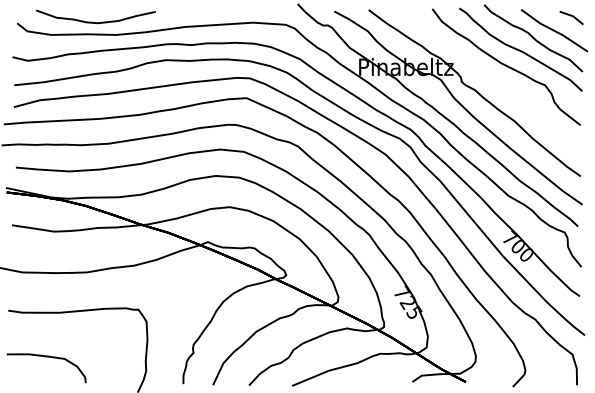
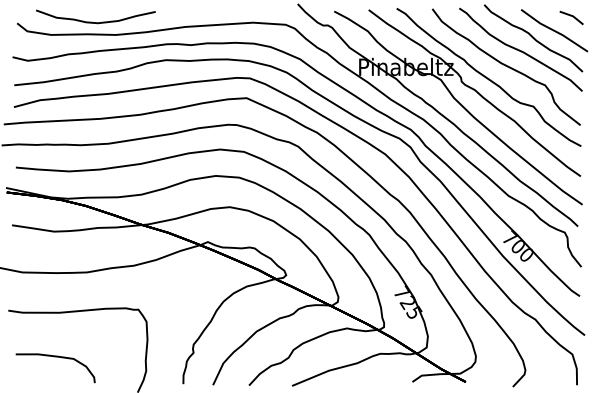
curve at (487, 77): none -> present
curve at (46, 357) position: (46, 357) -> (55, 357)
